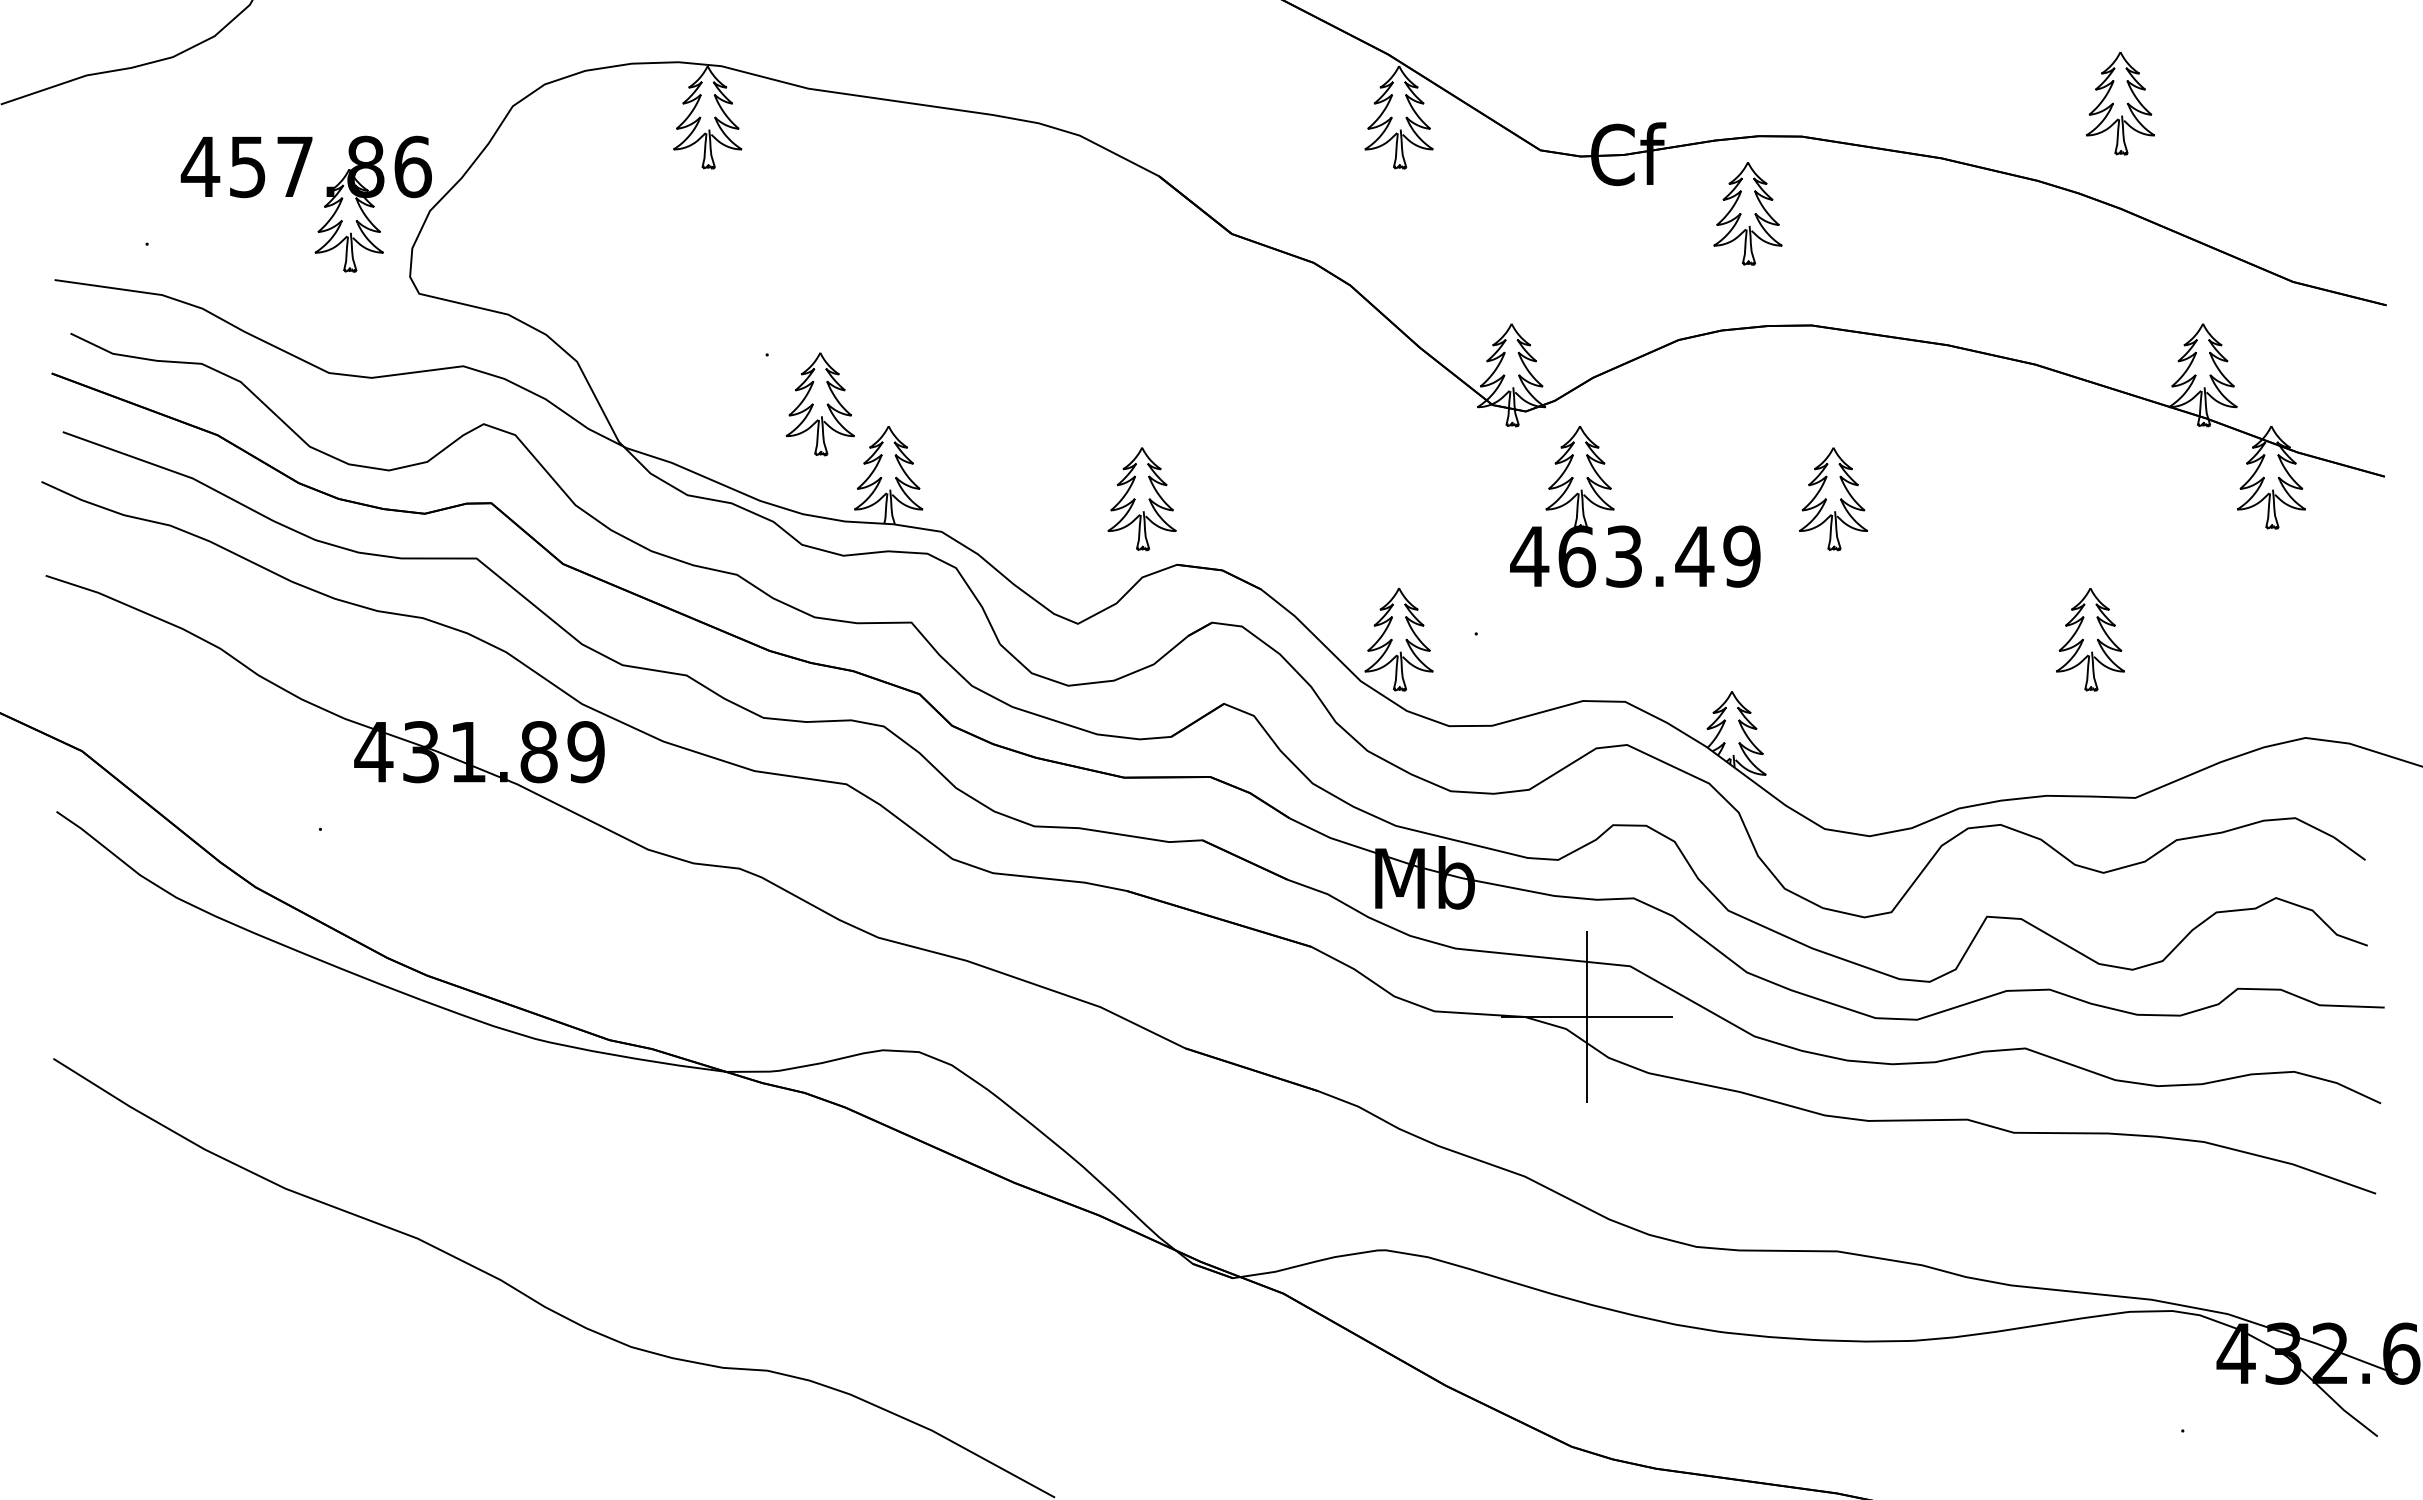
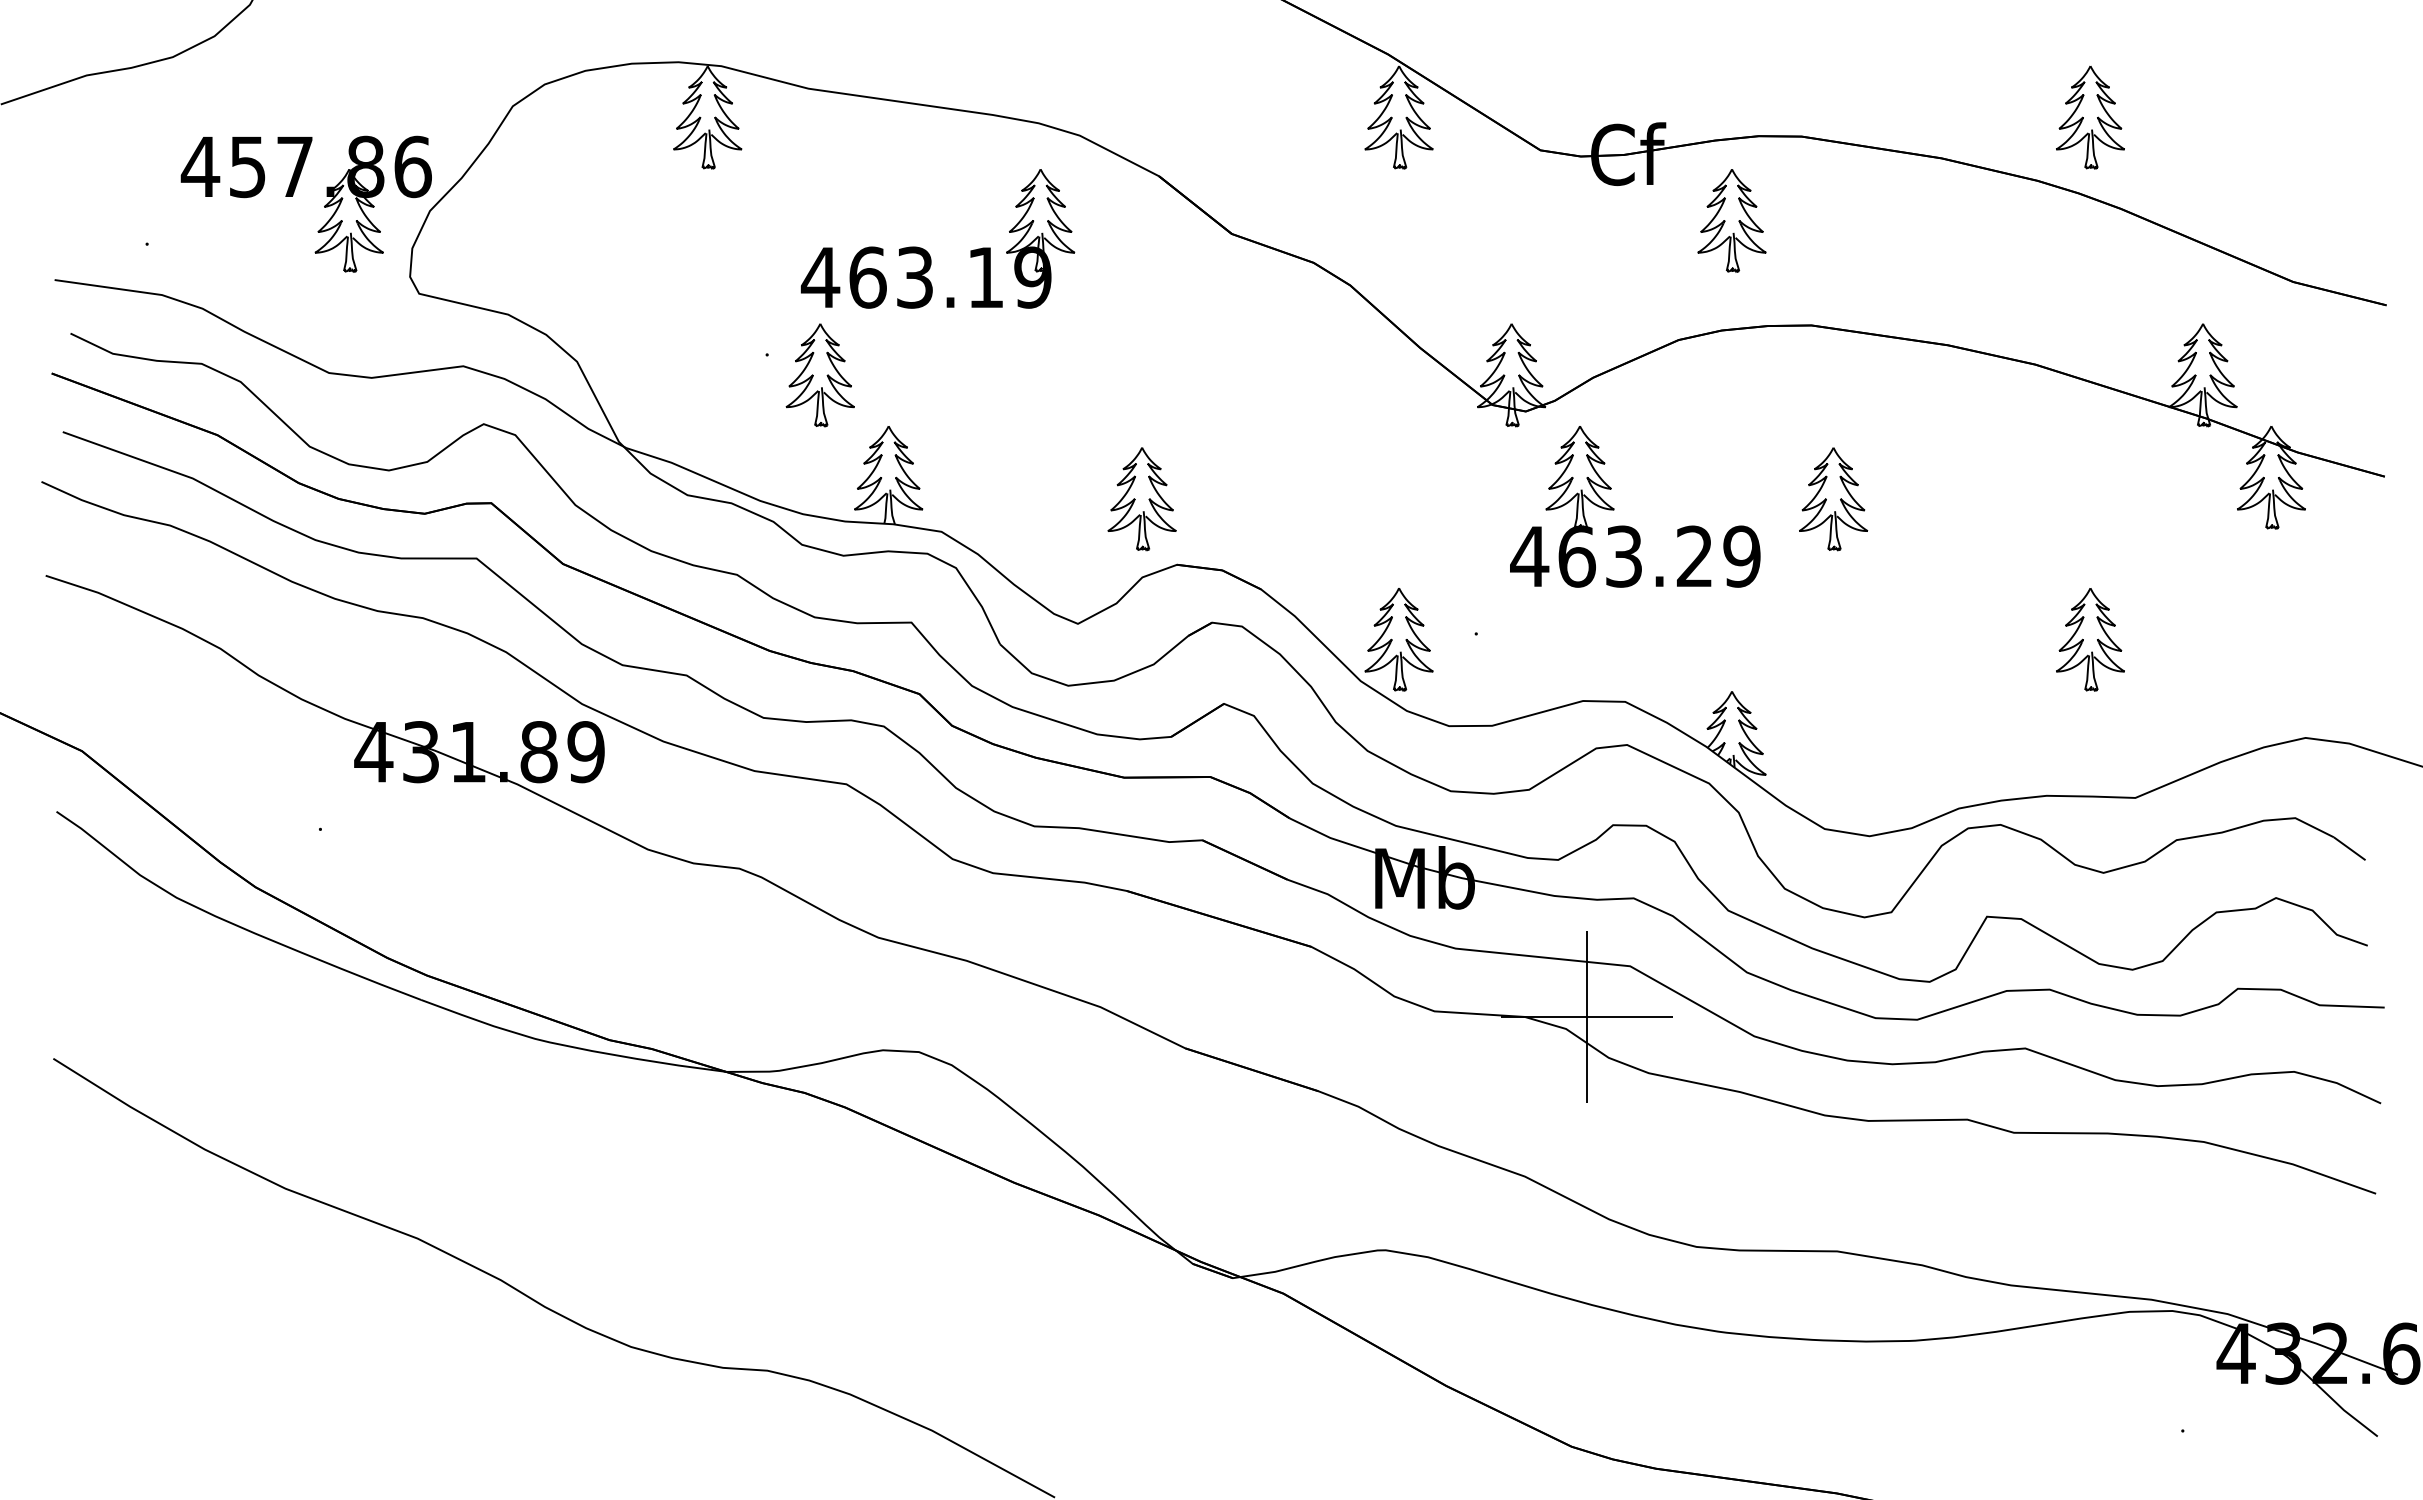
part at (2120, 103) position: (2120, 103) -> (2090, 117)
part at (1747, 213) position: (1747, 213) -> (1731, 220)
part at (925, 249): none -> present
part at (819, 404) position: (819, 404) -> (819, 375)
text at (1694, 555): 463.49 -> 463.29
